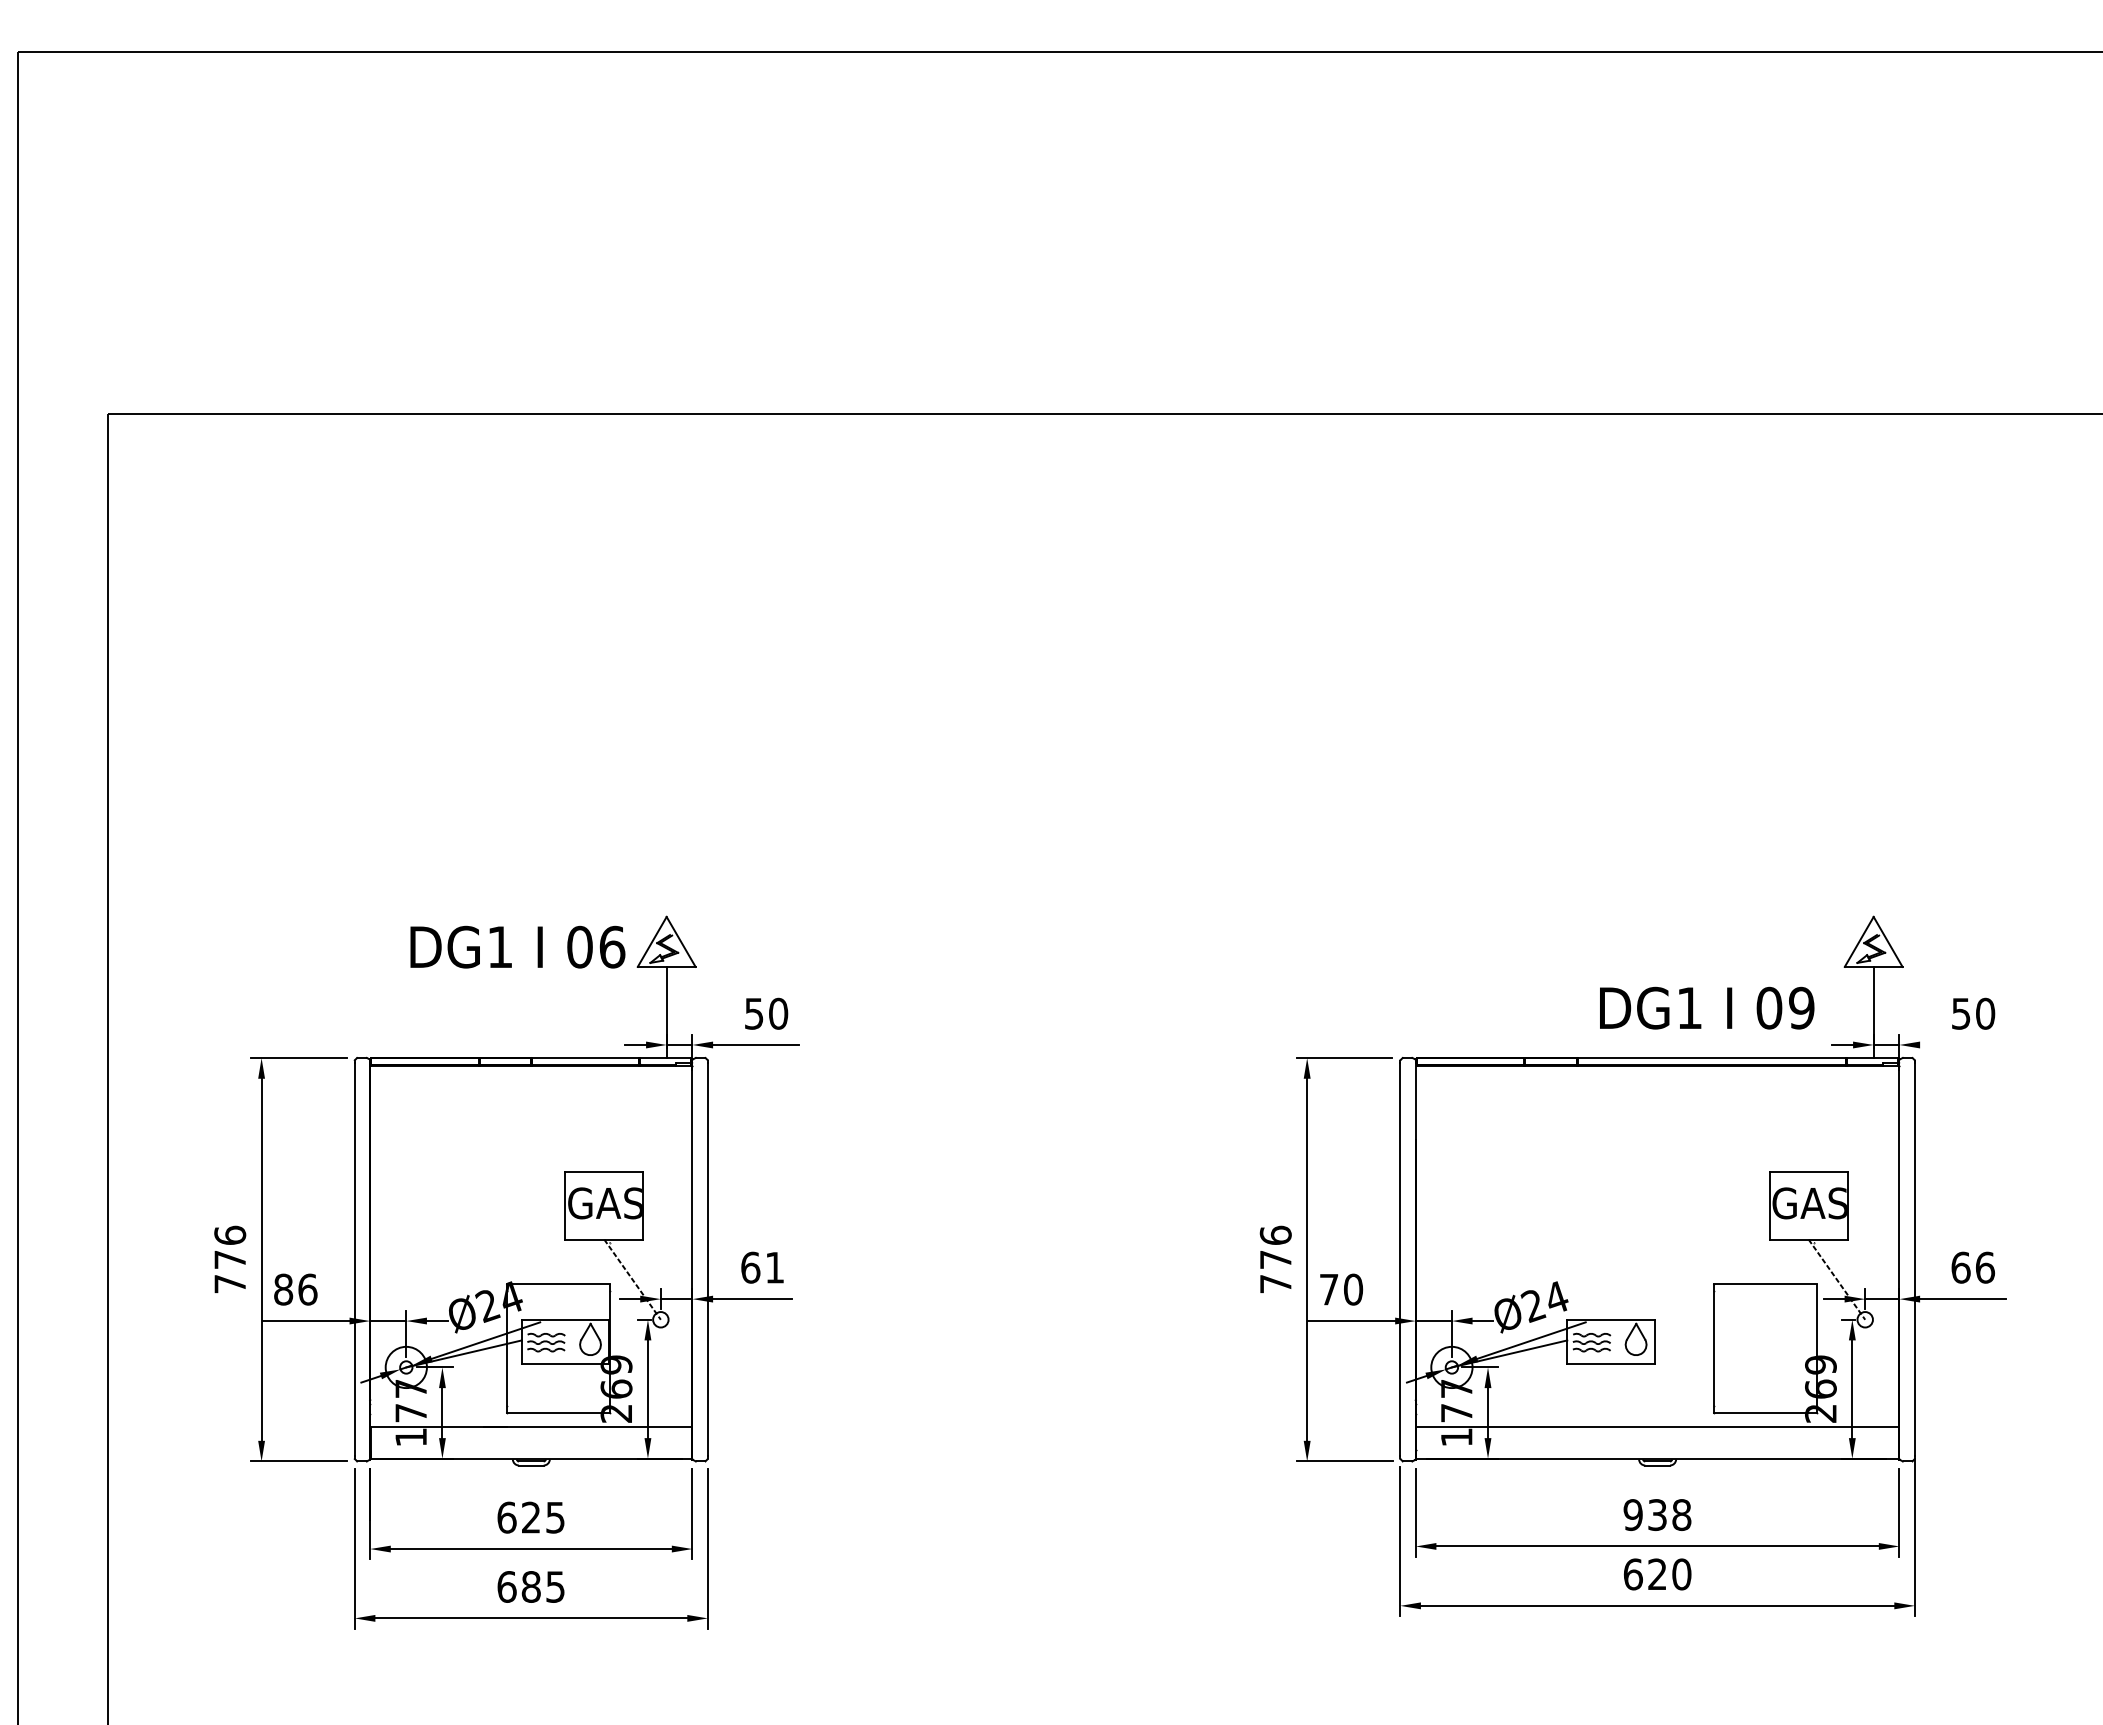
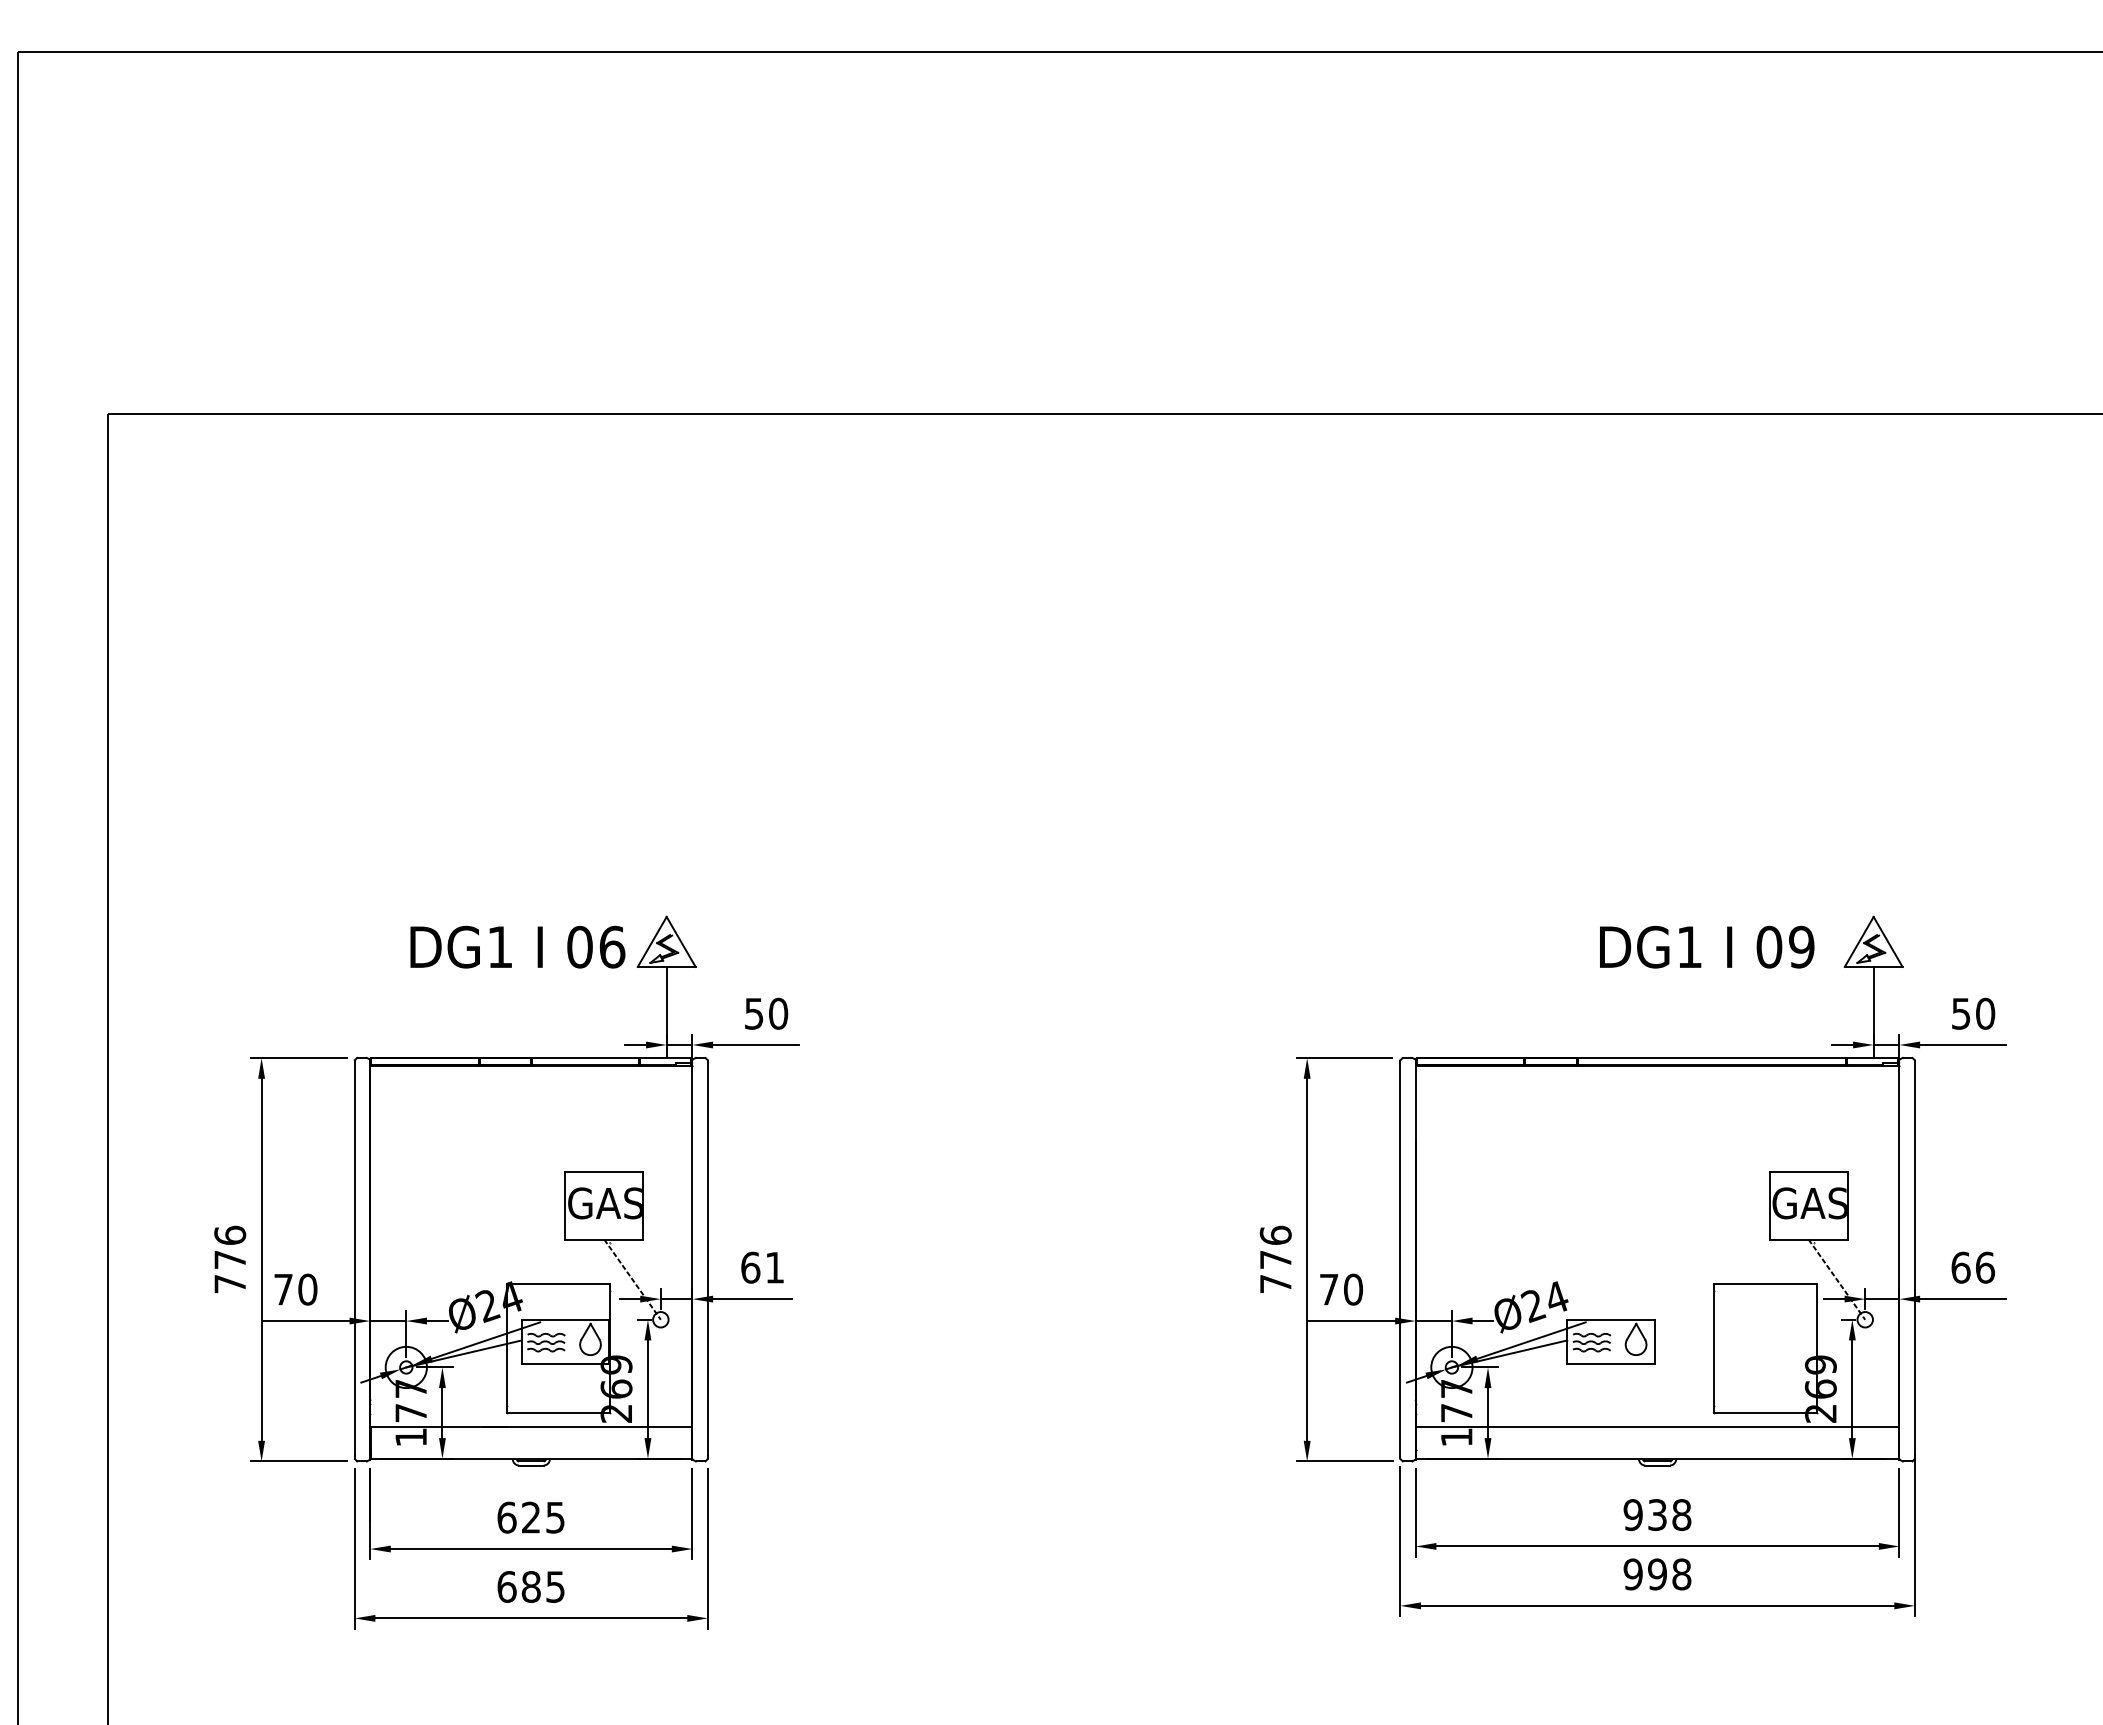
text at (1707, 1007) position: (1707, 1007) -> (1707, 946)
line at (1963, 1044): none -> present
text at (295, 1289): 86 -> 70
text at (1657, 1574): 620 -> 998
